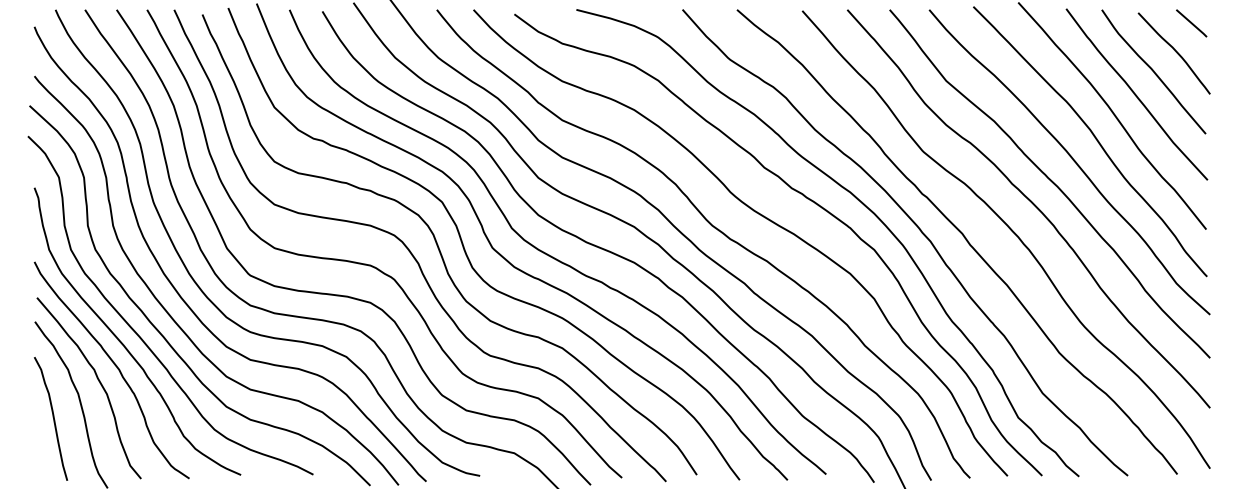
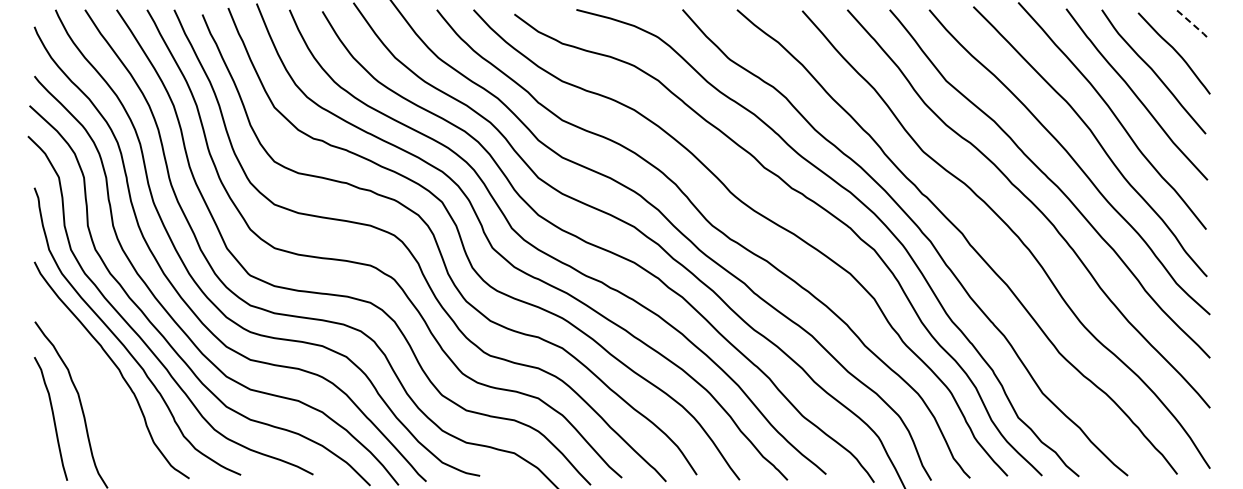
line at (1191, 23): solid -> dashed
curve at (99, 383): present -> none
